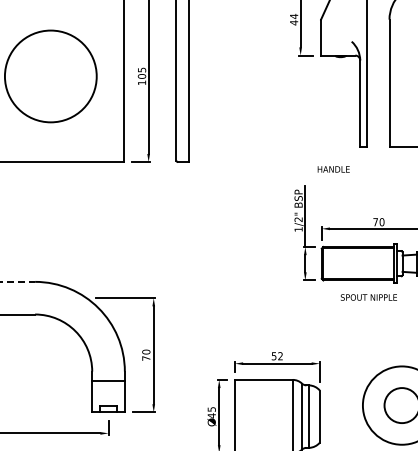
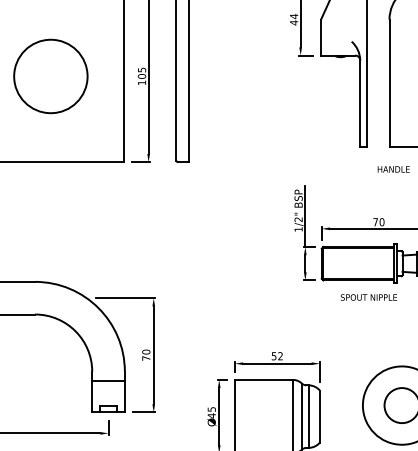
circle at (50, 76) size: 94x95 px -> 76x77 px
text at (333, 169) position: (333, 169) -> (393, 169)
line at (18, 281): dashed -> solid
